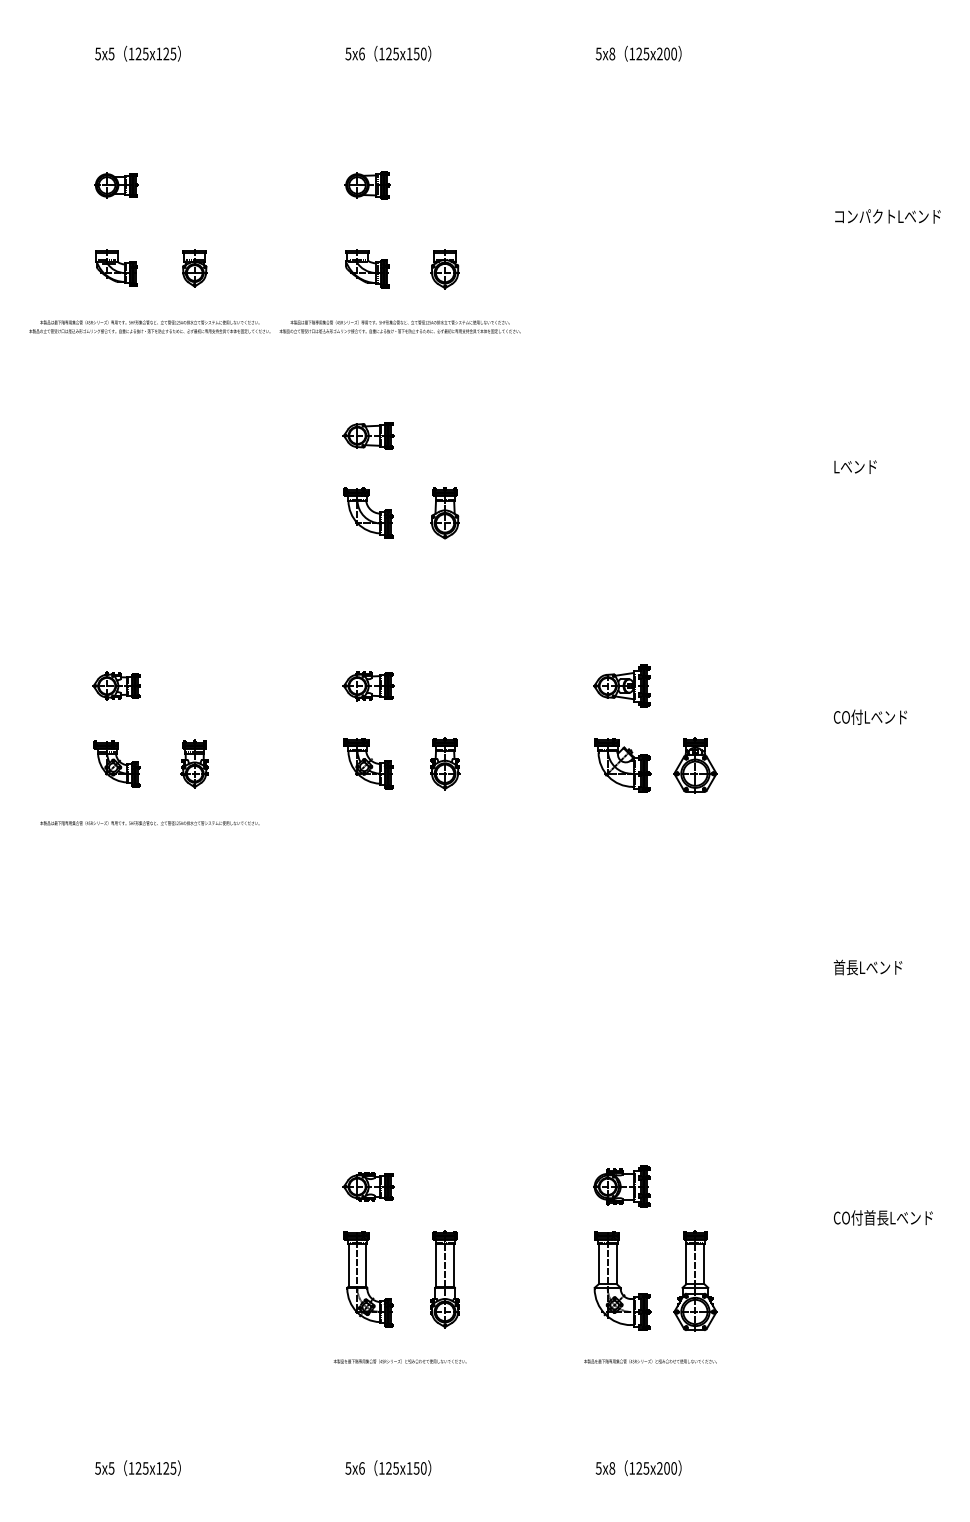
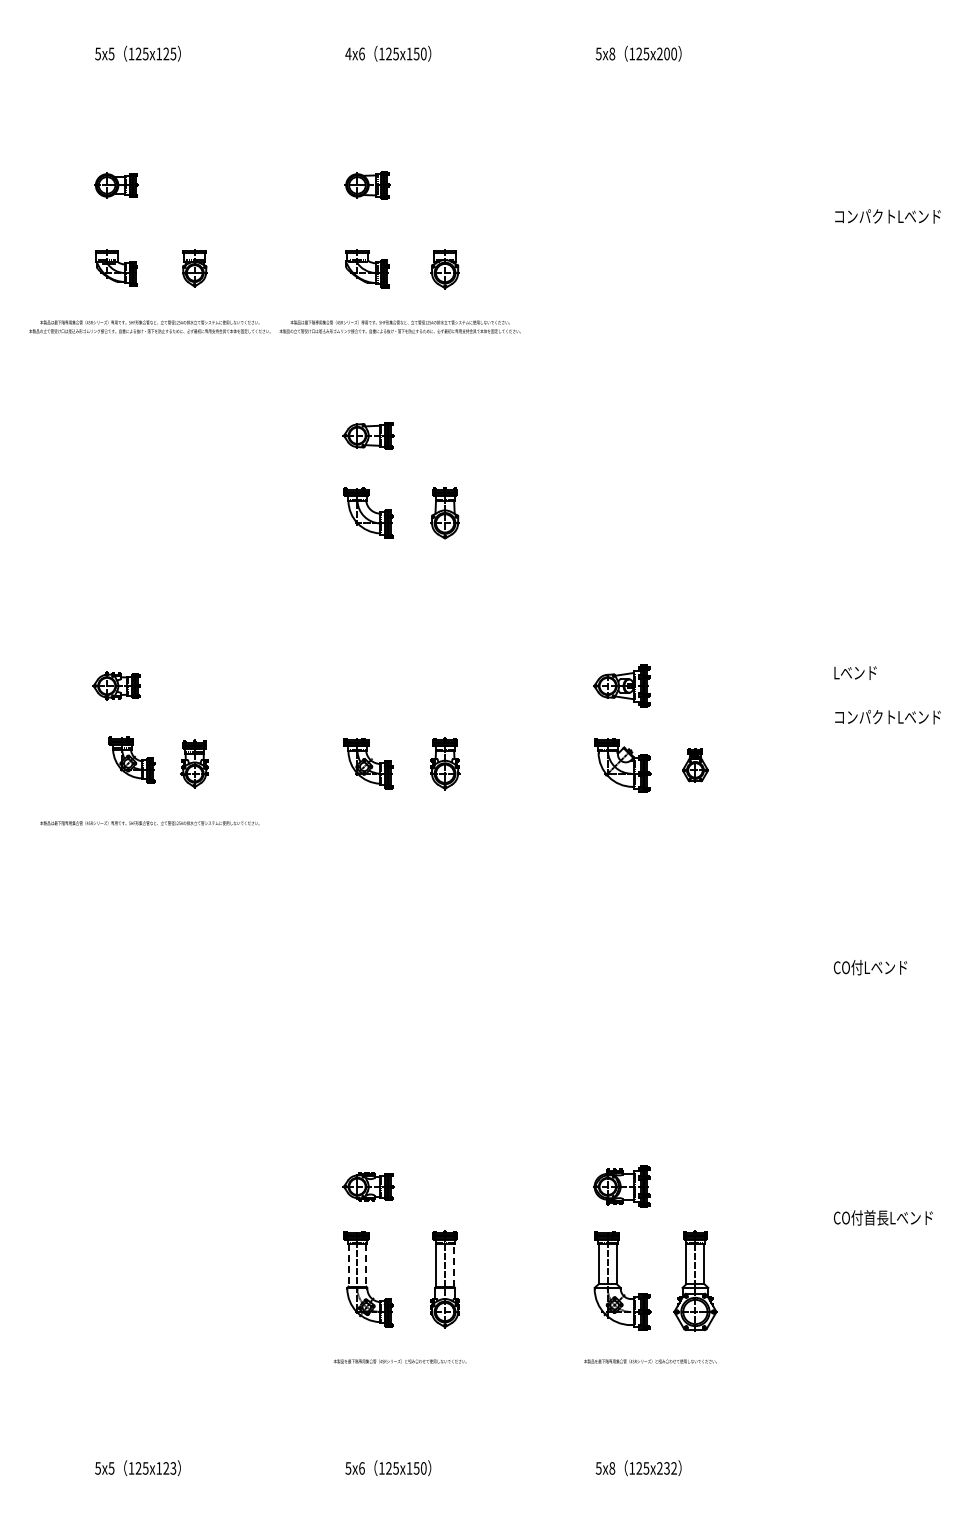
text at (348, 53): 5x6 -> 4x6
text at (855, 466) position: (855, 466) -> (855, 672)
part at (368, 686): present -> none
text at (886, 716): CO付Lベンド -> コンパクトLベンド
part at (116, 763) position: (116, 763) -> (131, 759)
part at (695, 765) size: 45x57 px -> 27x35 px
text at (870, 967): 首長Lベンド -> CO付Lベンド
line at (454, 1265): solid -> dashed
line at (348, 1266): solid -> dashed
line at (366, 1266): solid -> dashed
text at (173, 1467): 125x125 -> 125x123
text at (670, 1468): 125x200 -> 125x232
